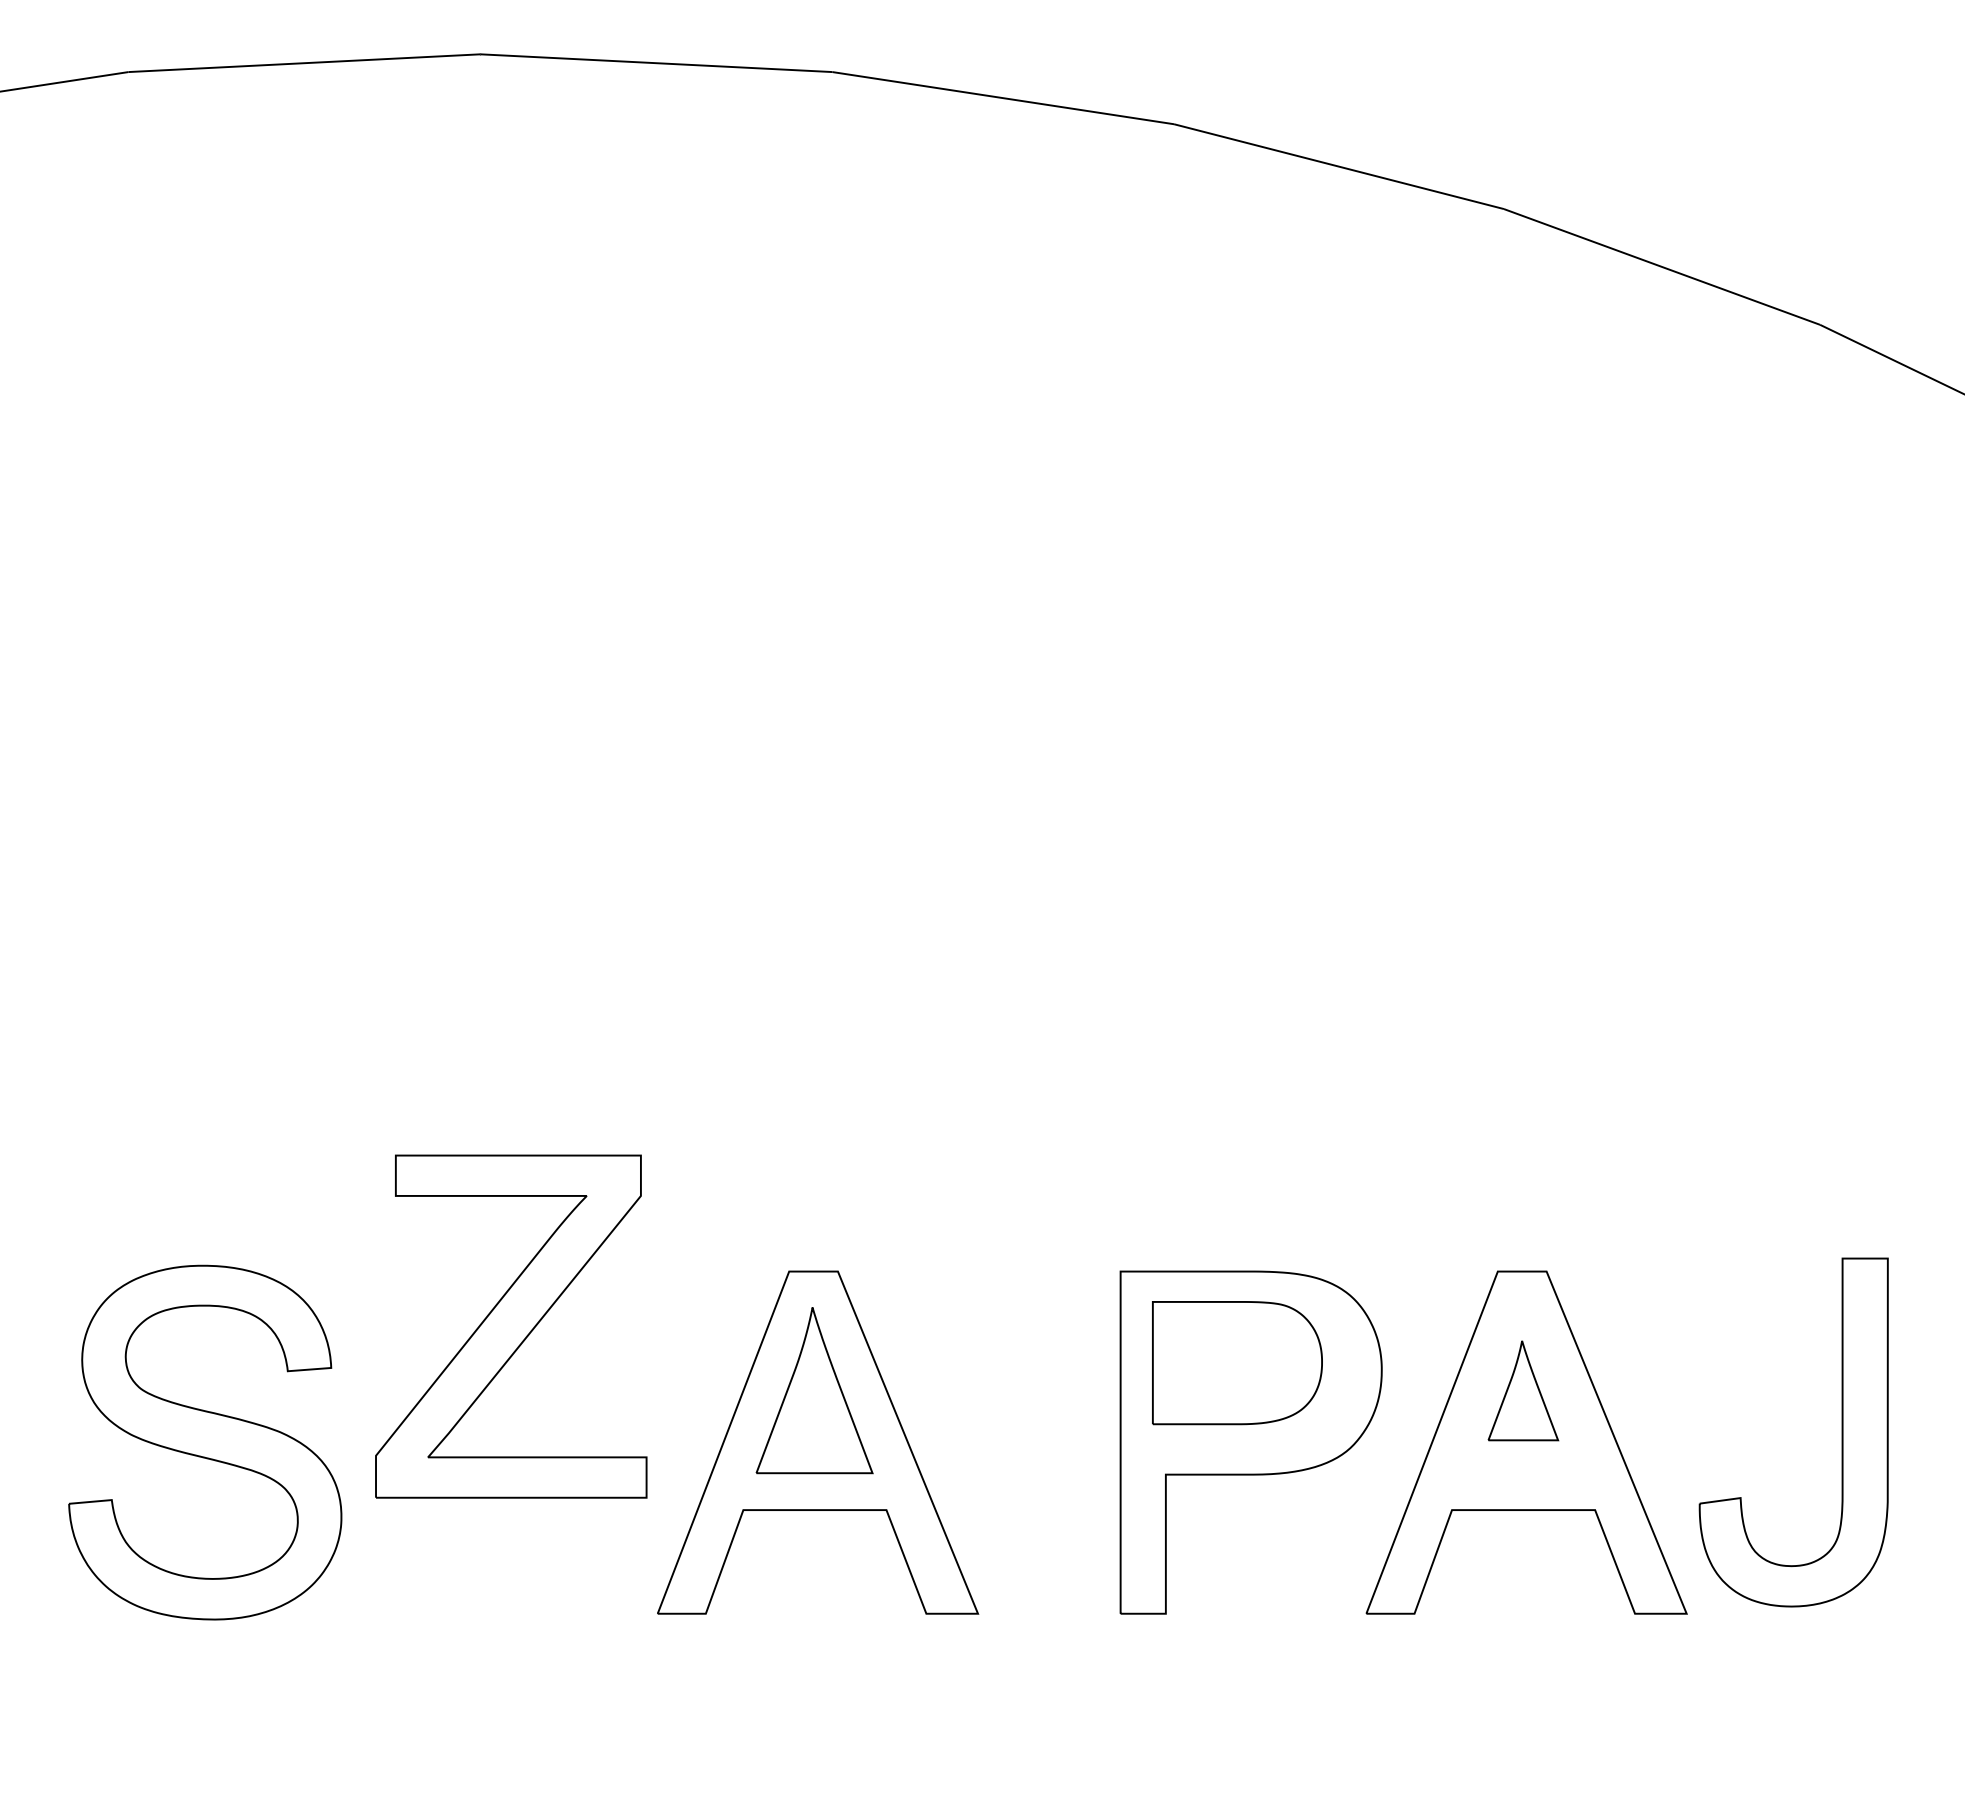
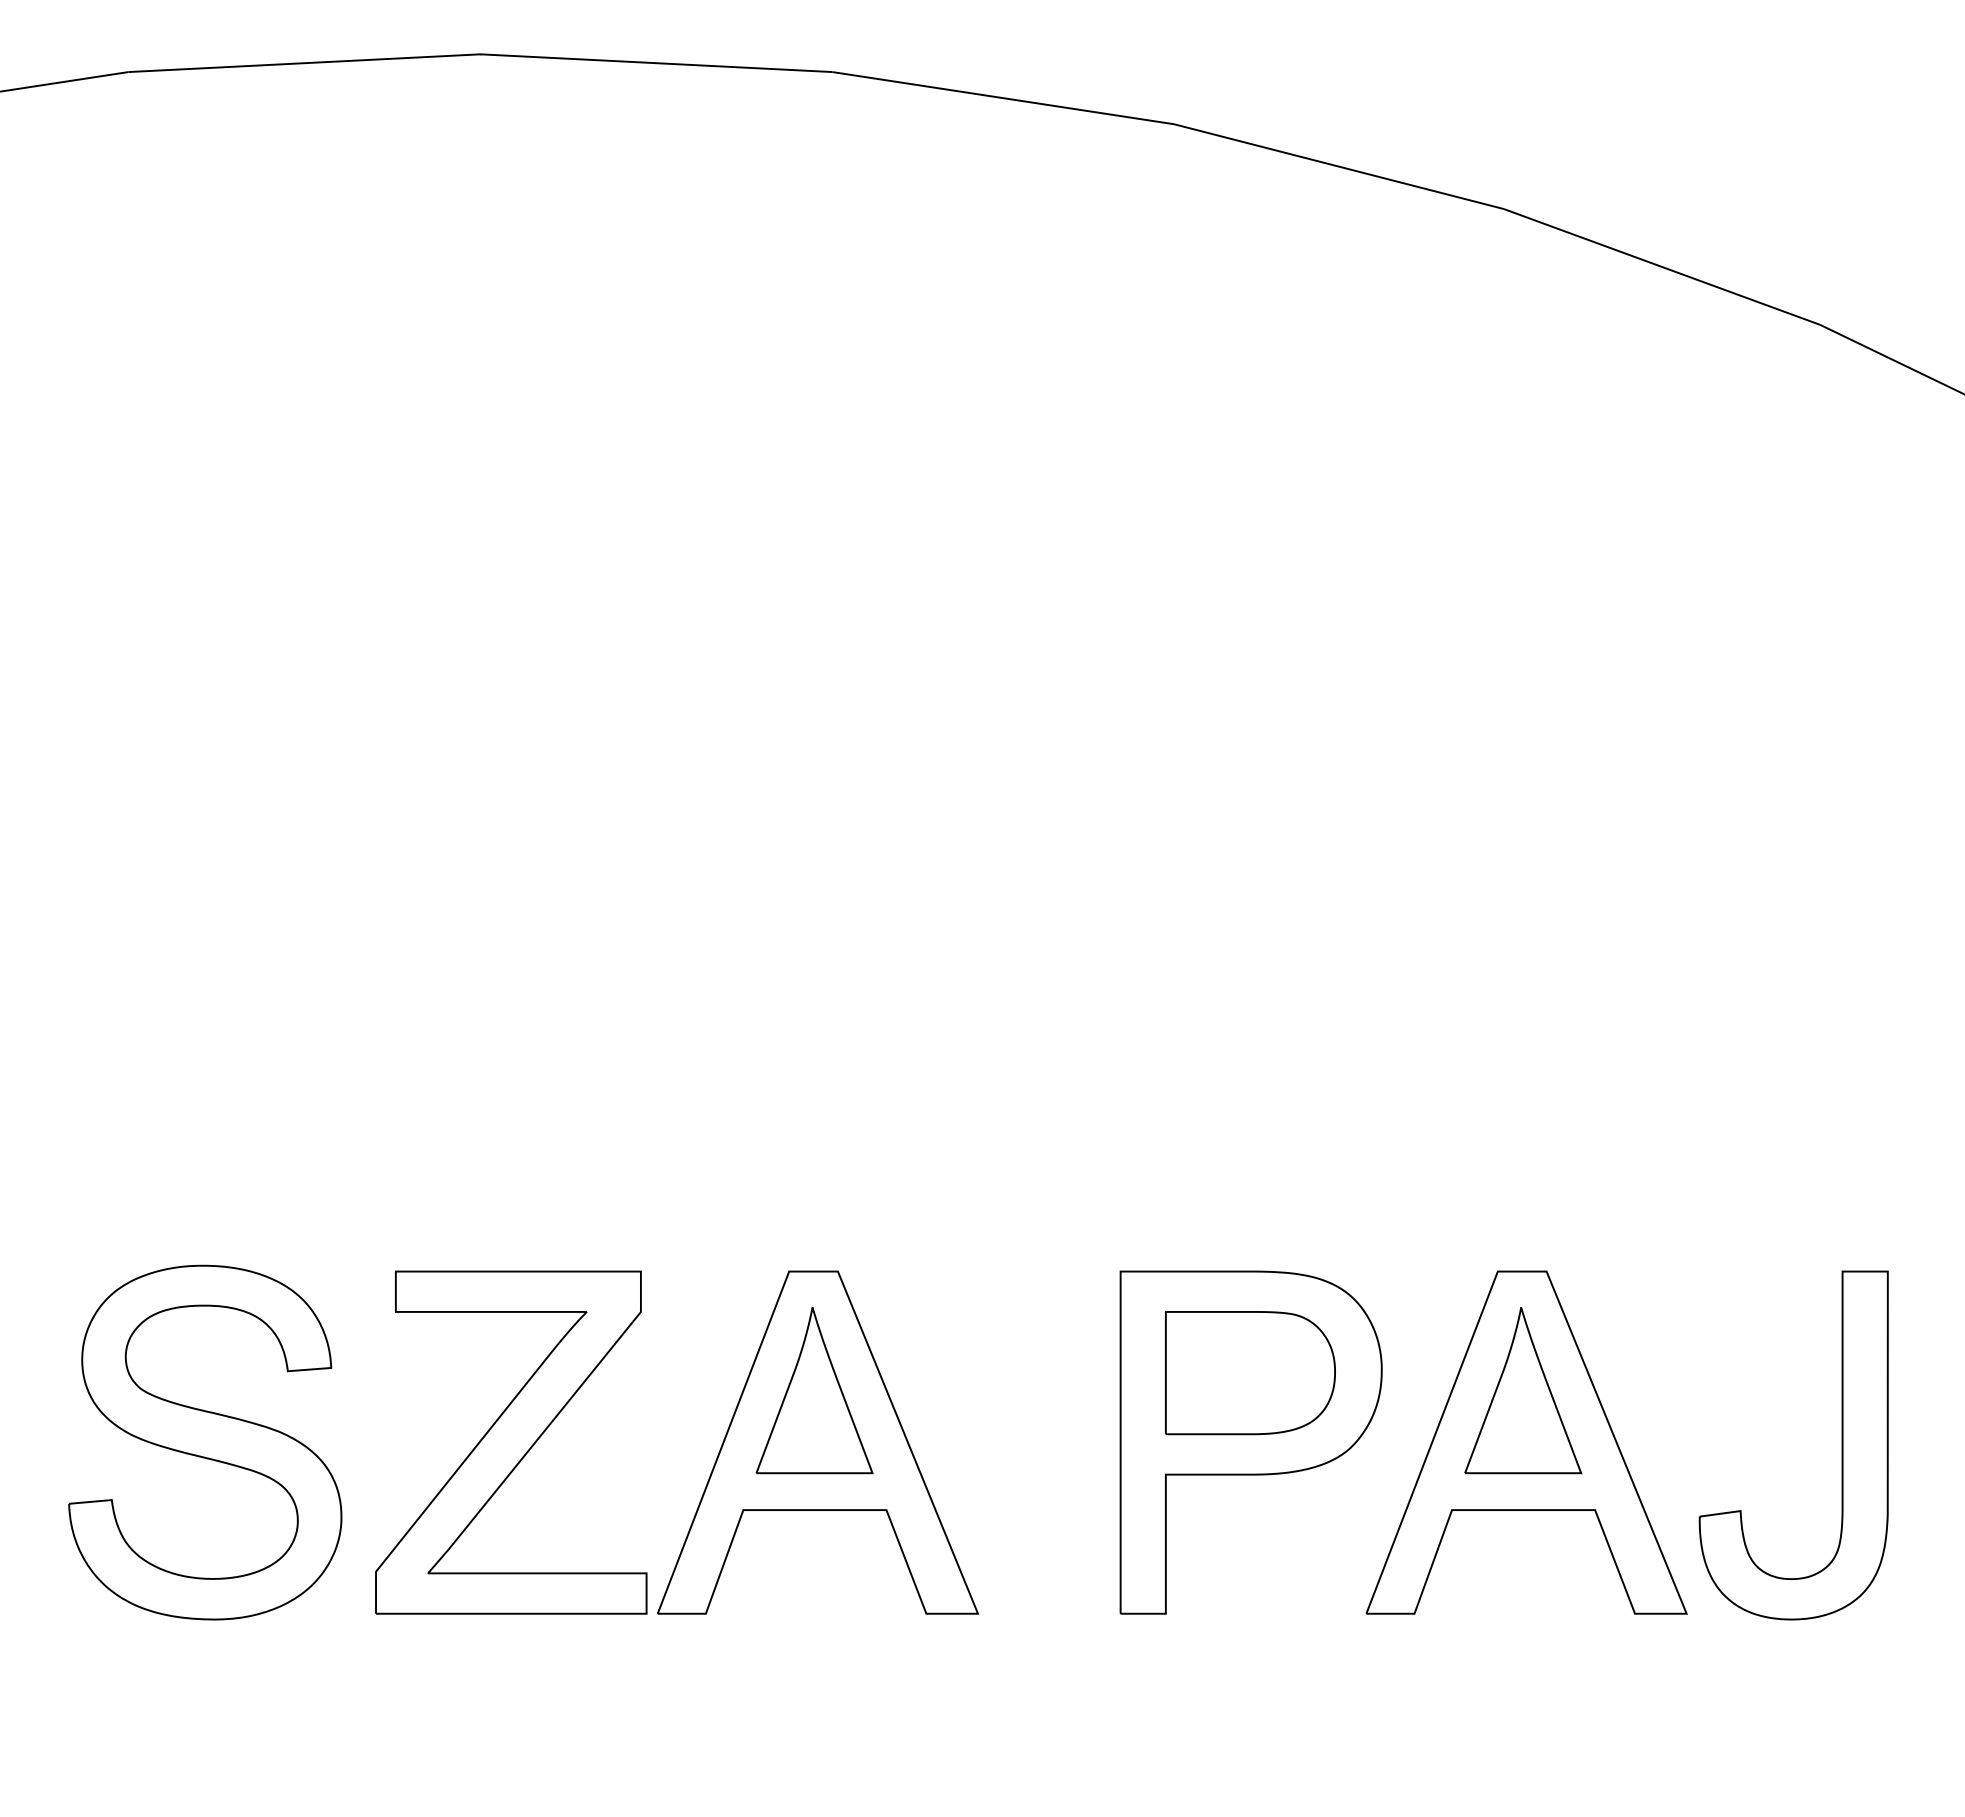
part at (511, 1326) position: (511, 1326) -> (511, 1442)
part at (1237, 1363) position: (1237, 1363) -> (1250, 1373)
part at (1523, 1390) size: 73x102 px -> 119x168 px
part at (1841, 1432) position: (1841, 1432) -> (1841, 1445)
